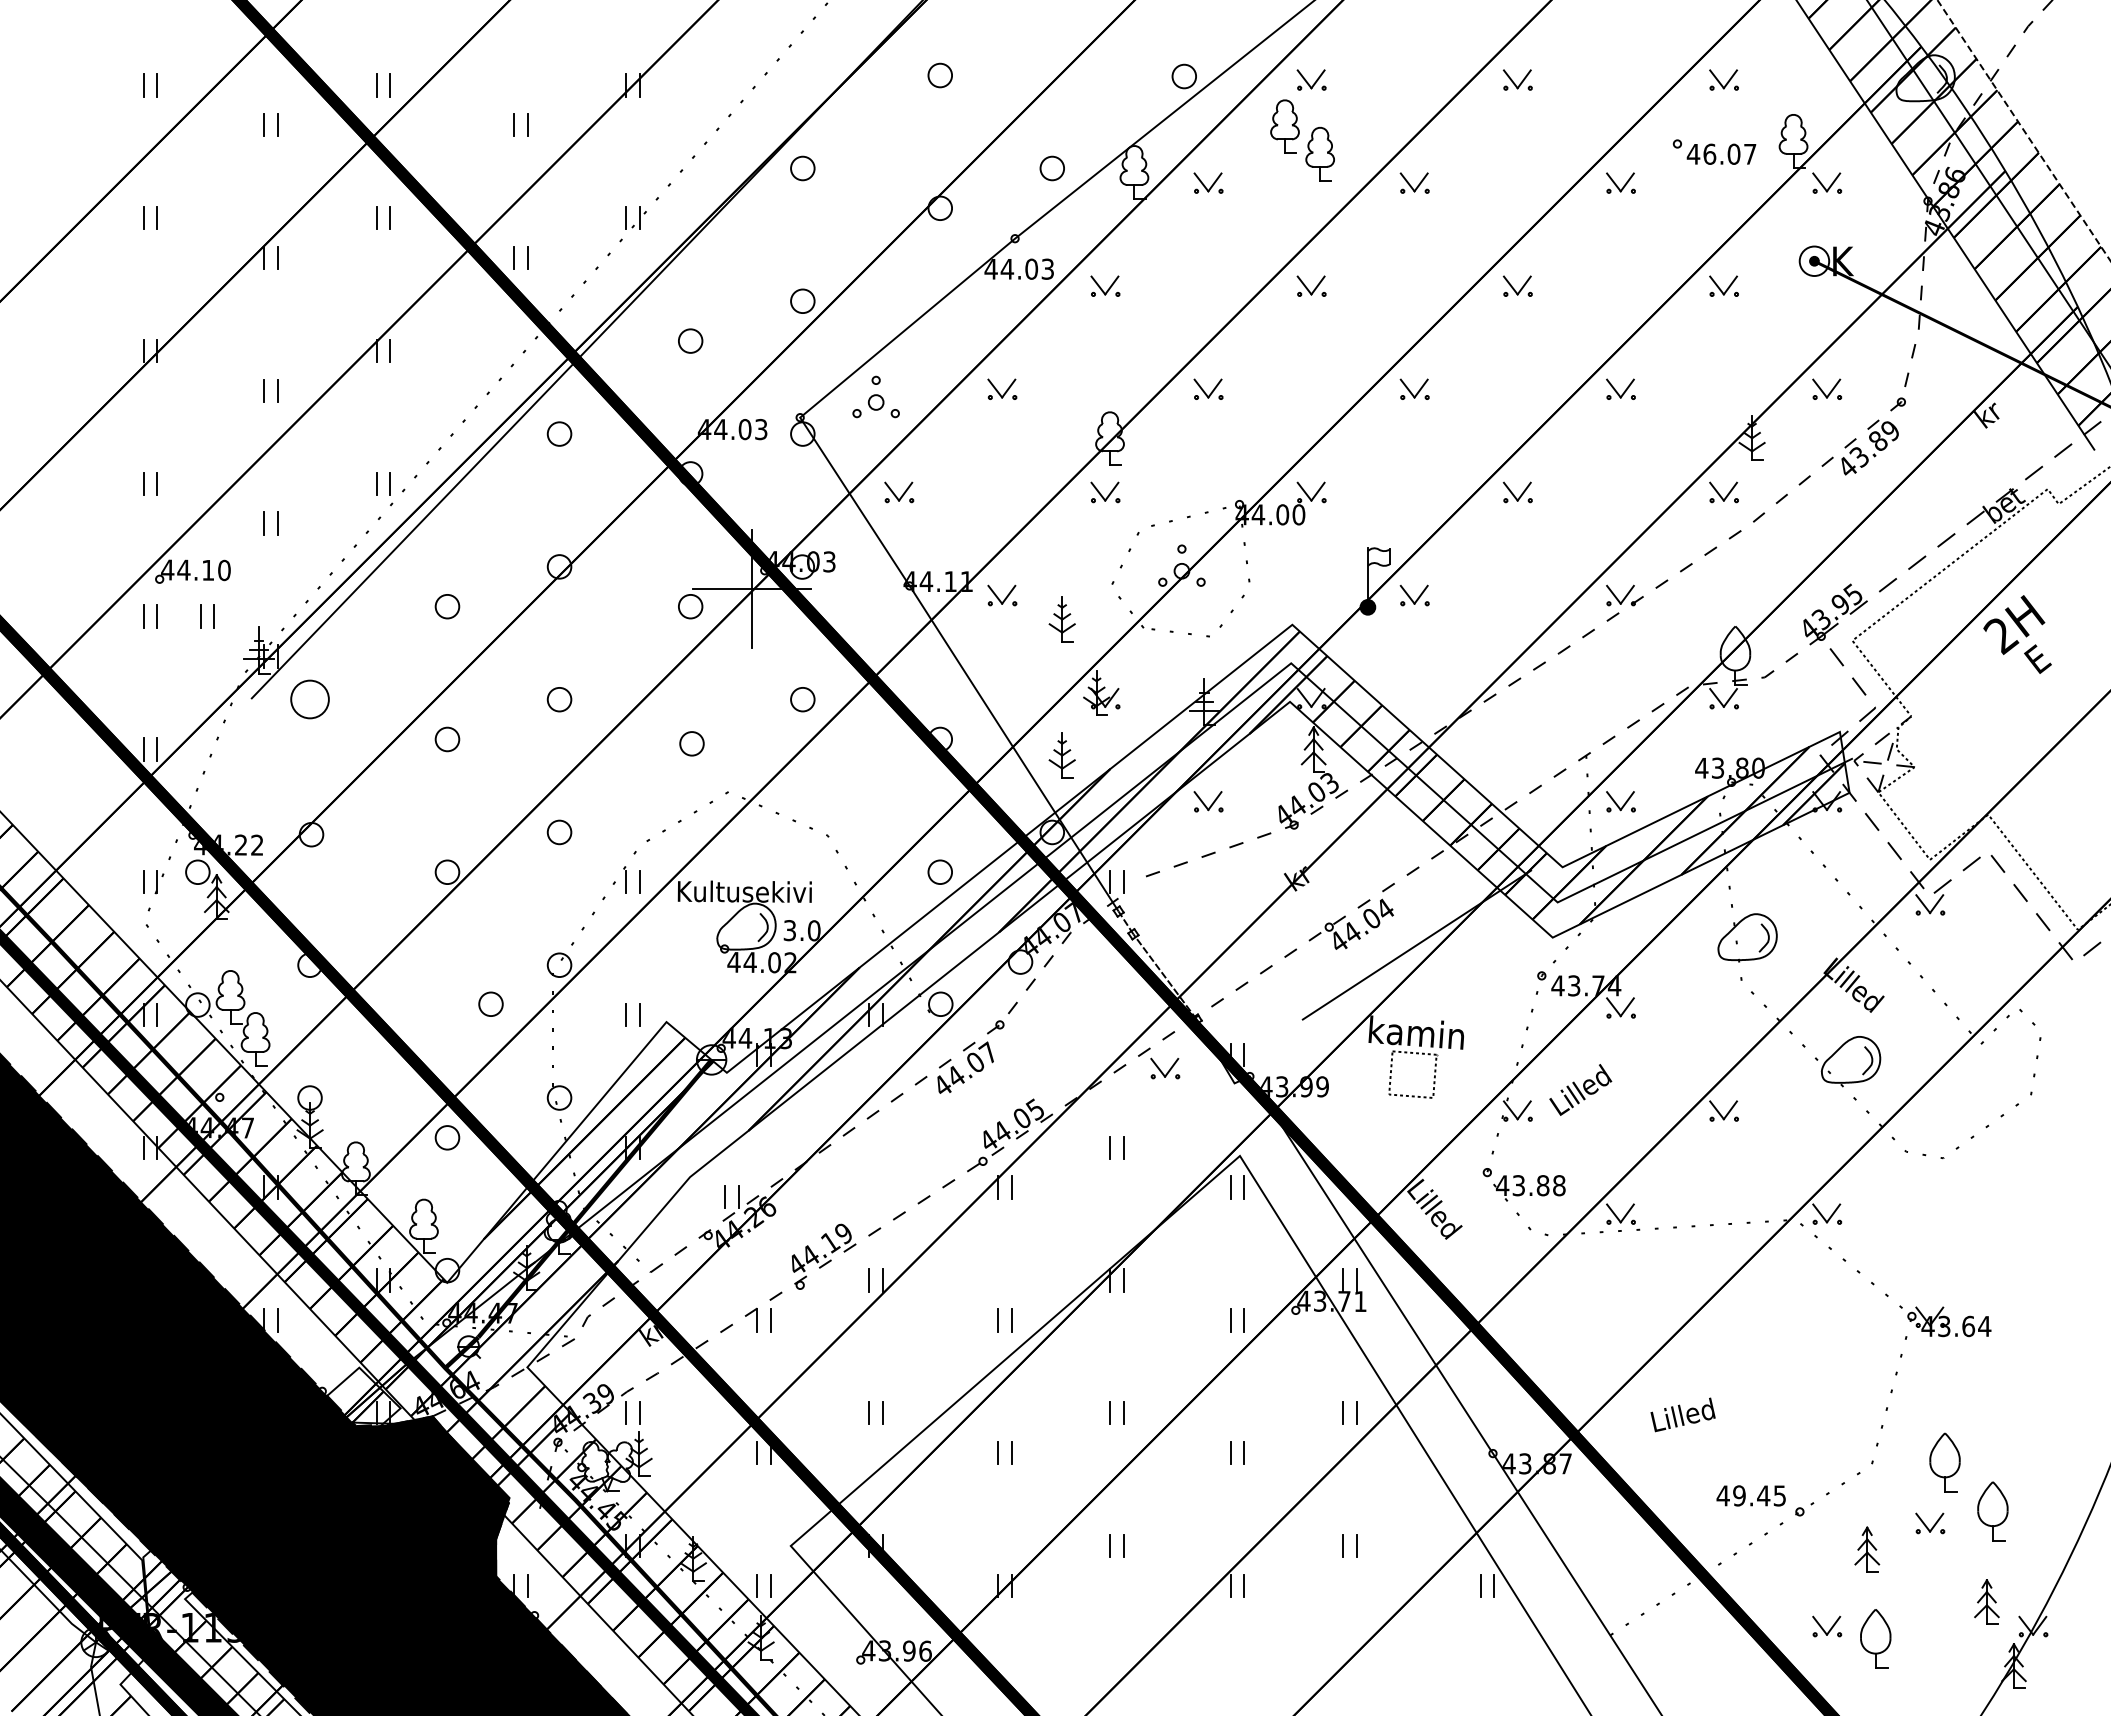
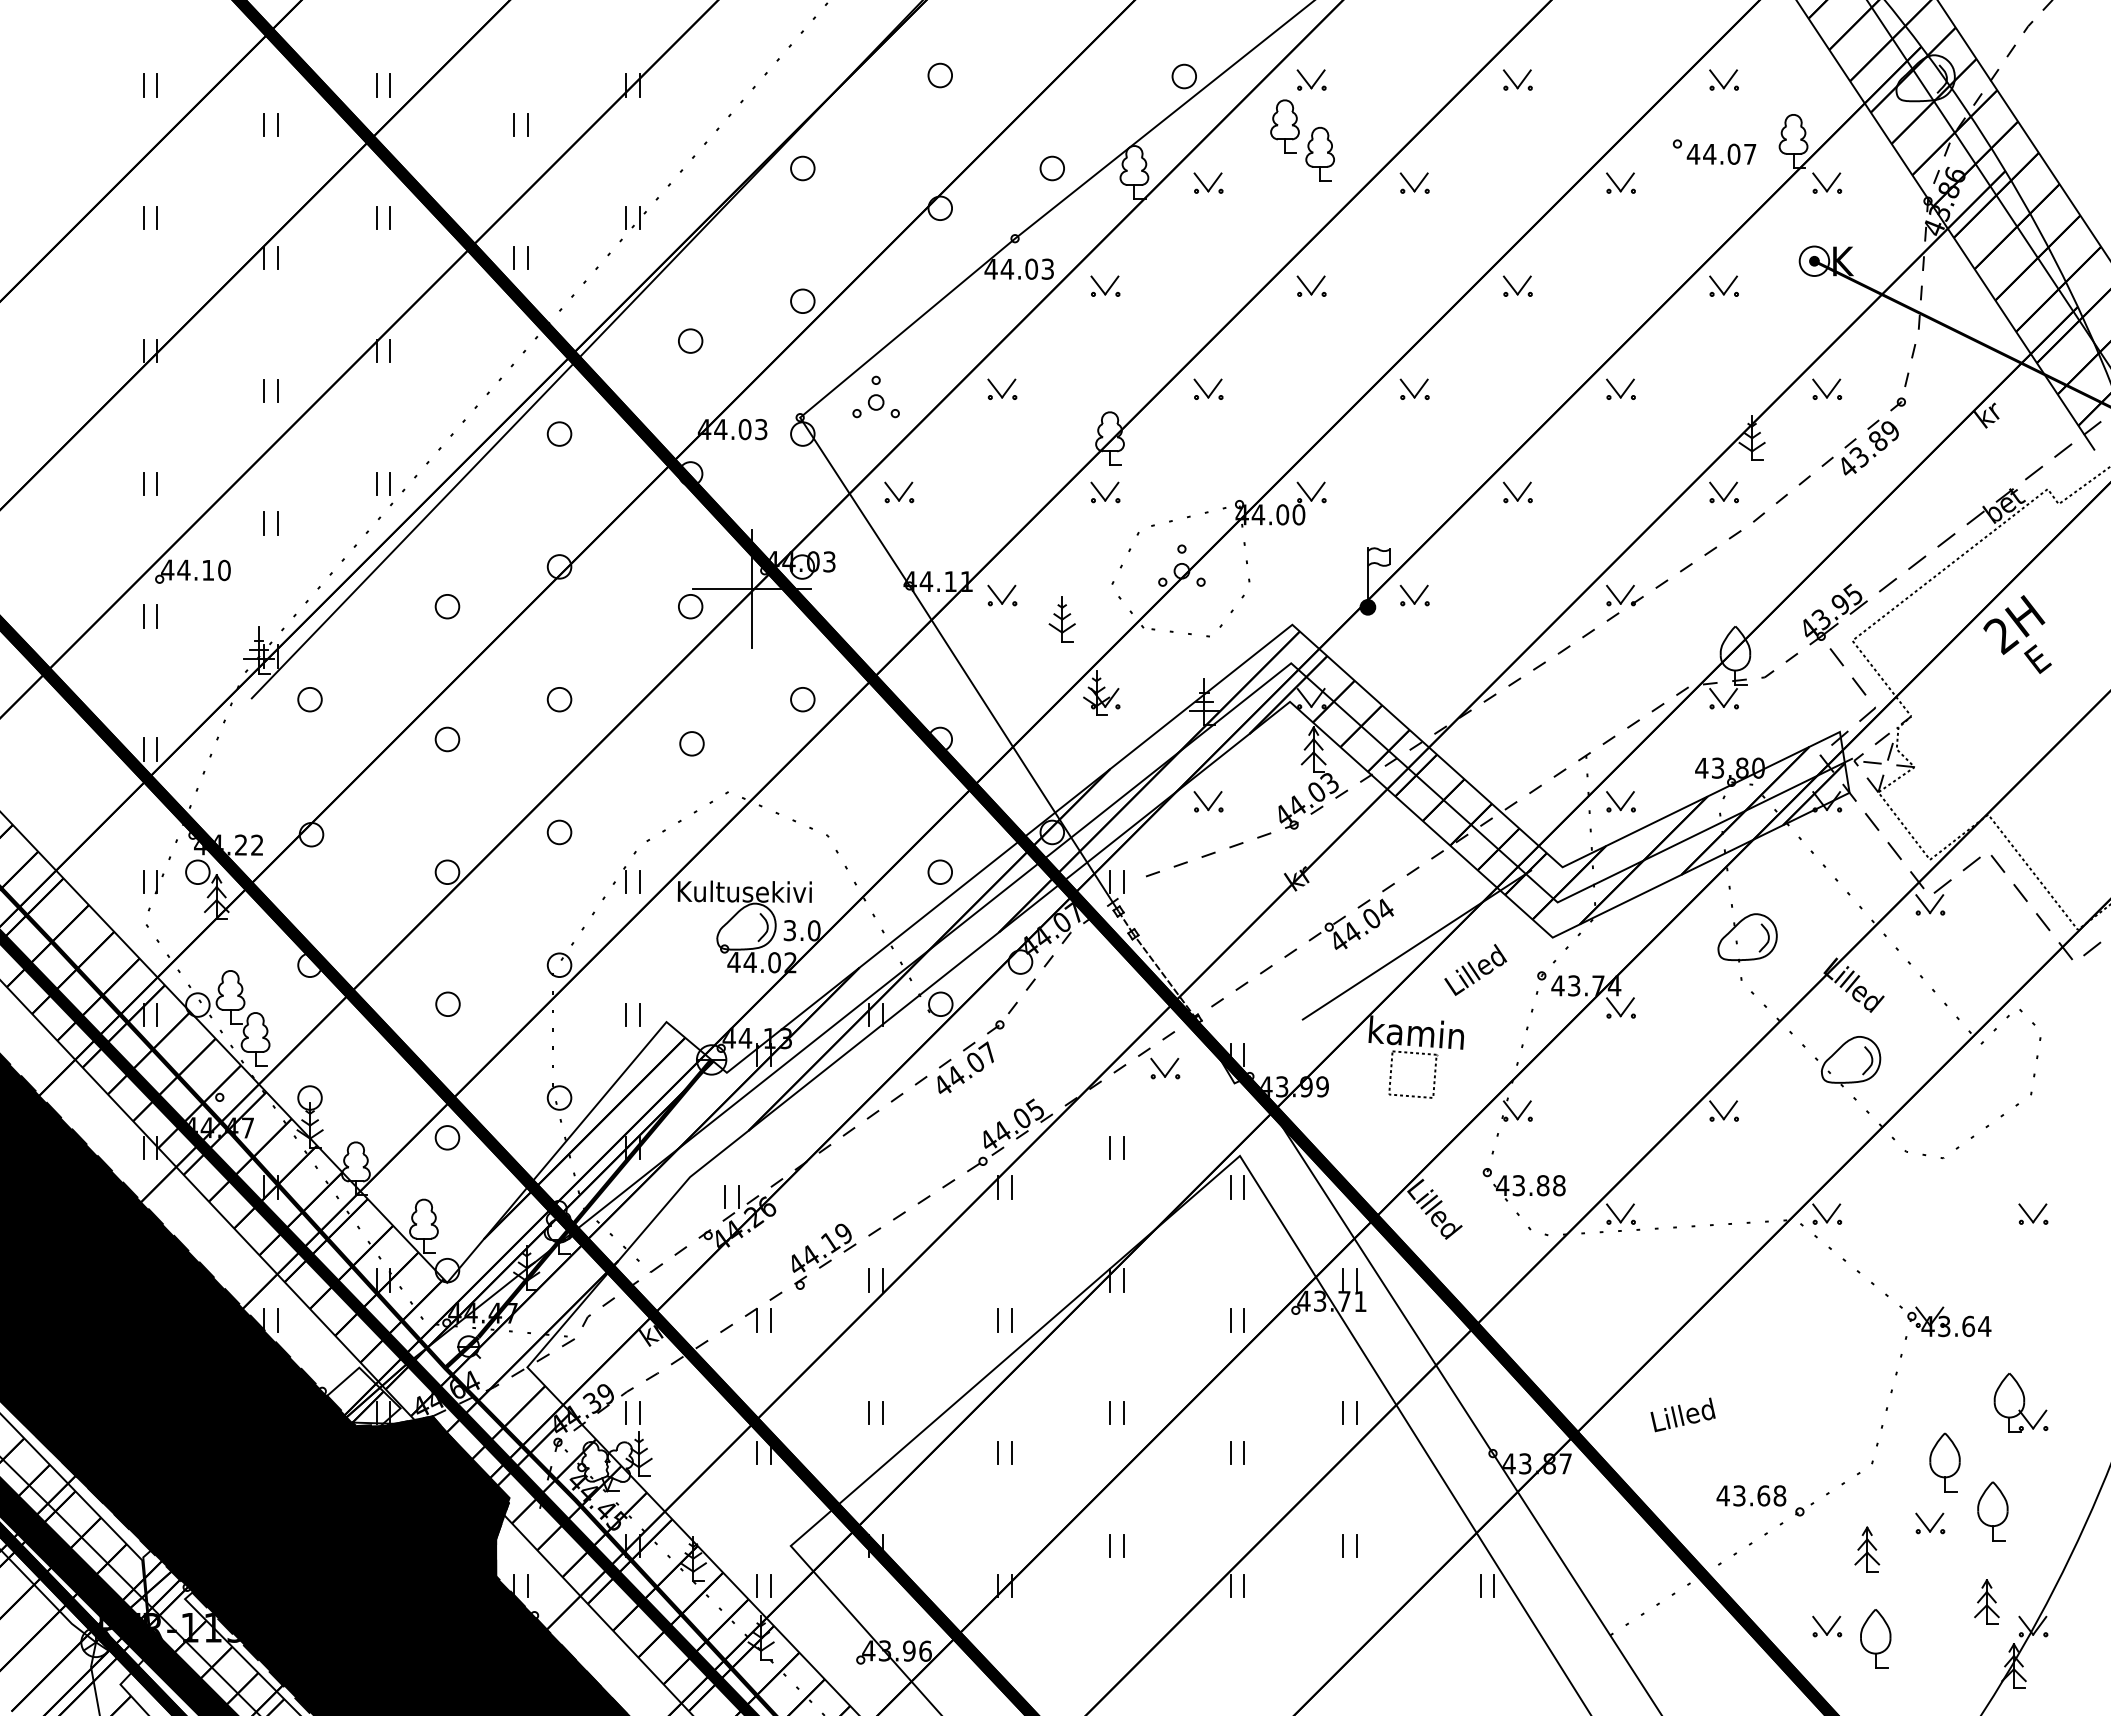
line at (2023, 130): dashed -> solid
text at (1709, 153): 46.07 -> 44.07
part at (207, 616): present -> none
part at (309, 699) size: 40x41 px -> 26x26 px
part at (1061, 755): present -> none
part at (490, 1003) position: (490, 1003) -> (447, 1003)
text at (1580, 1089) position: (1580, 1089) -> (1475, 969)
part at (2033, 1213): none -> present
part at (2020, 1402): none -> present
text at (1759, 1495): 49.45 -> 43.68
